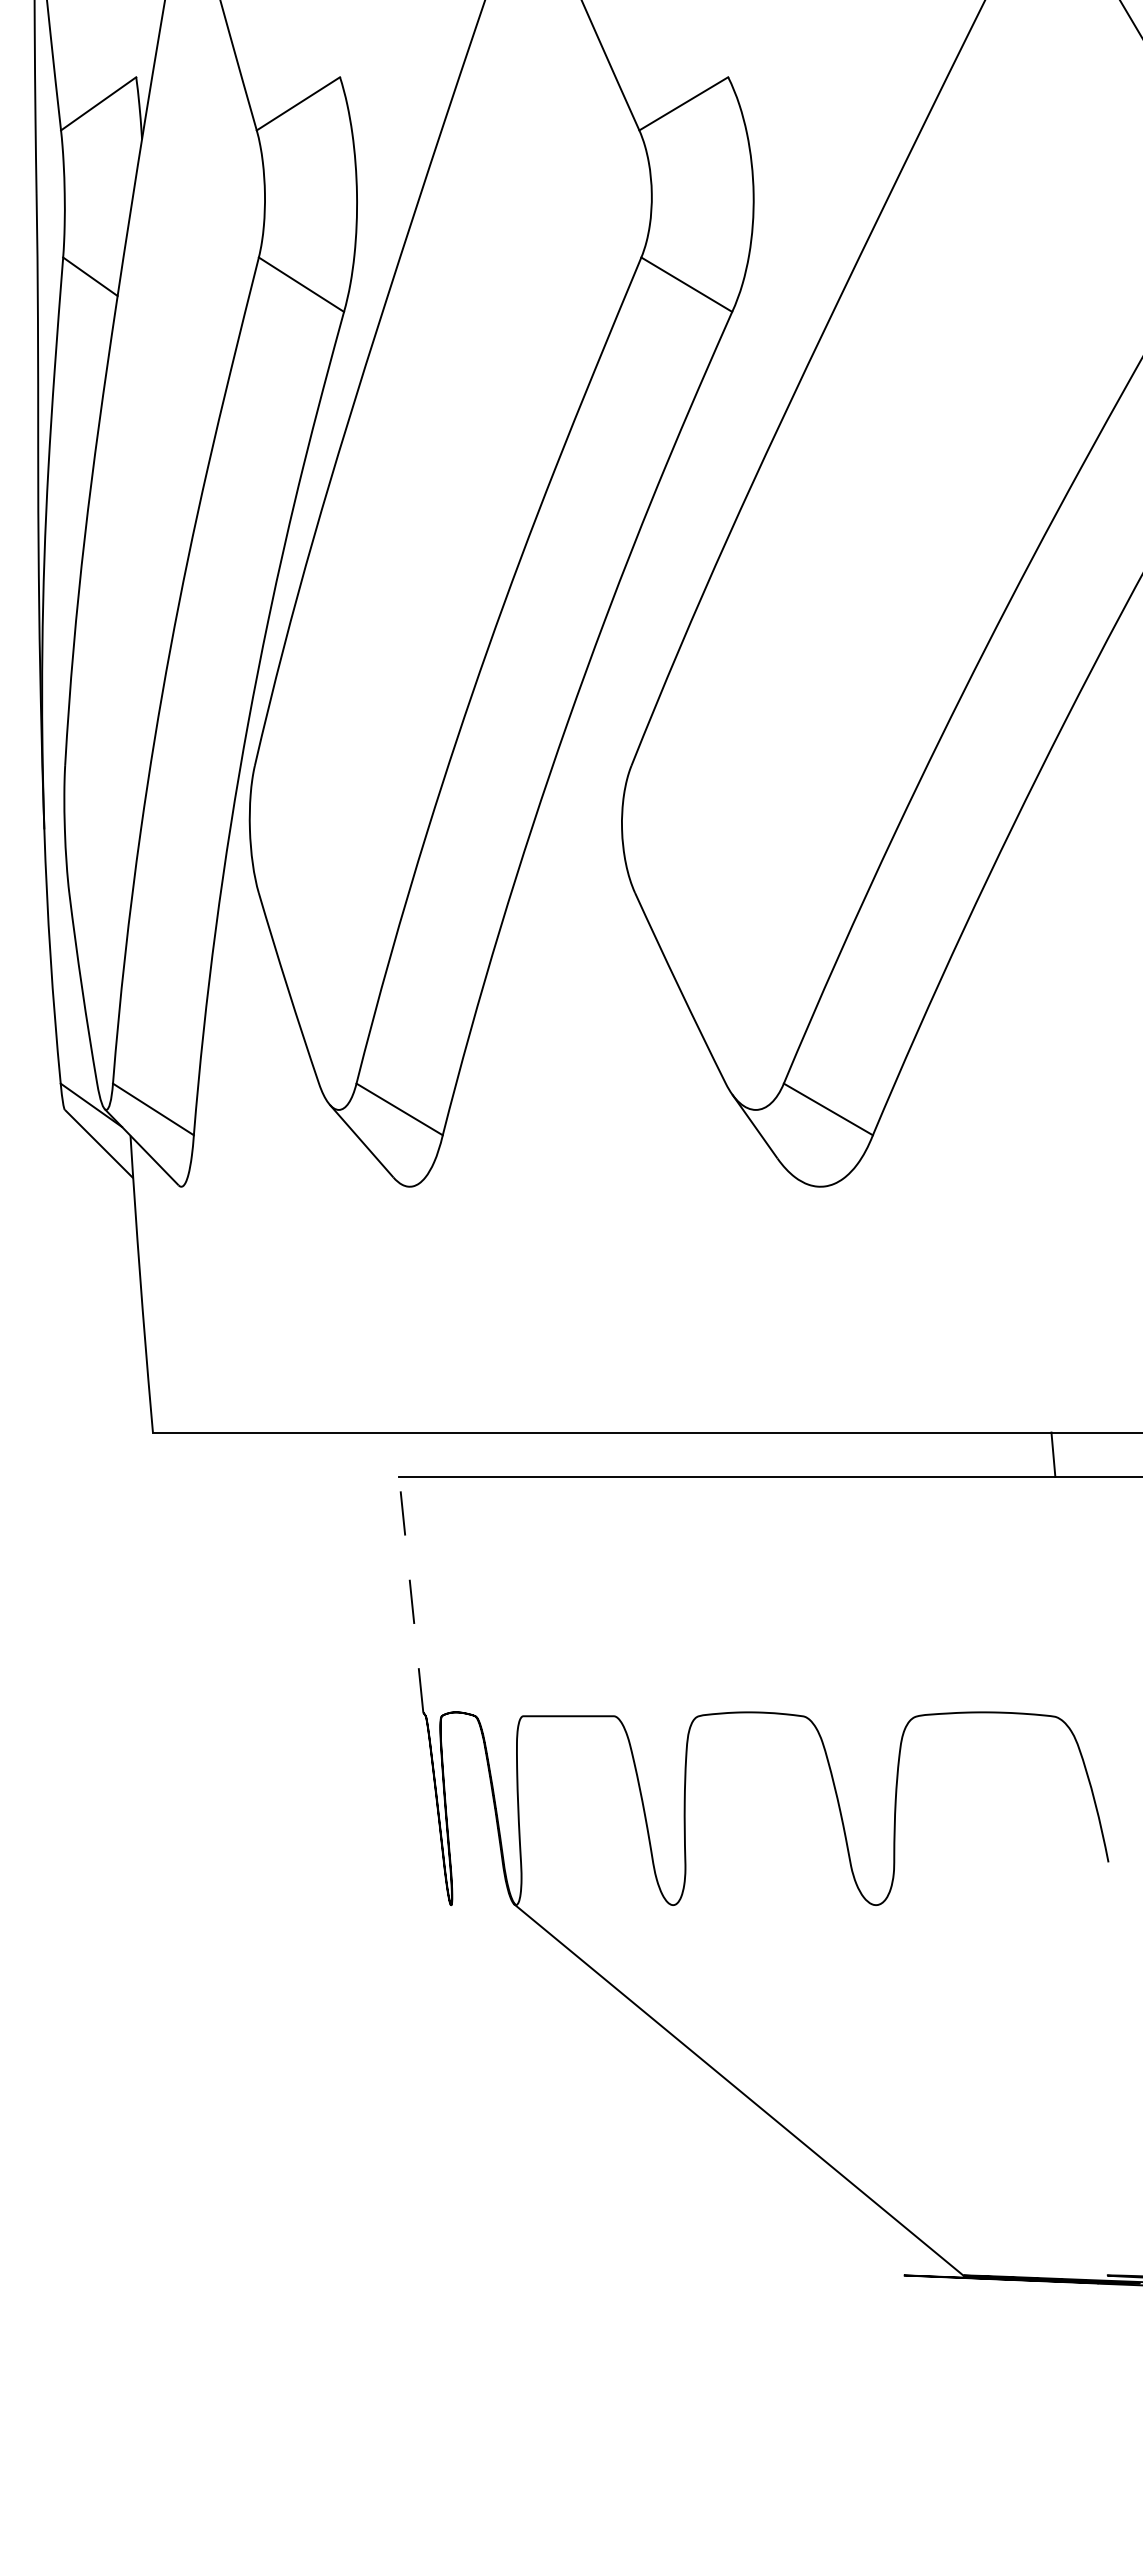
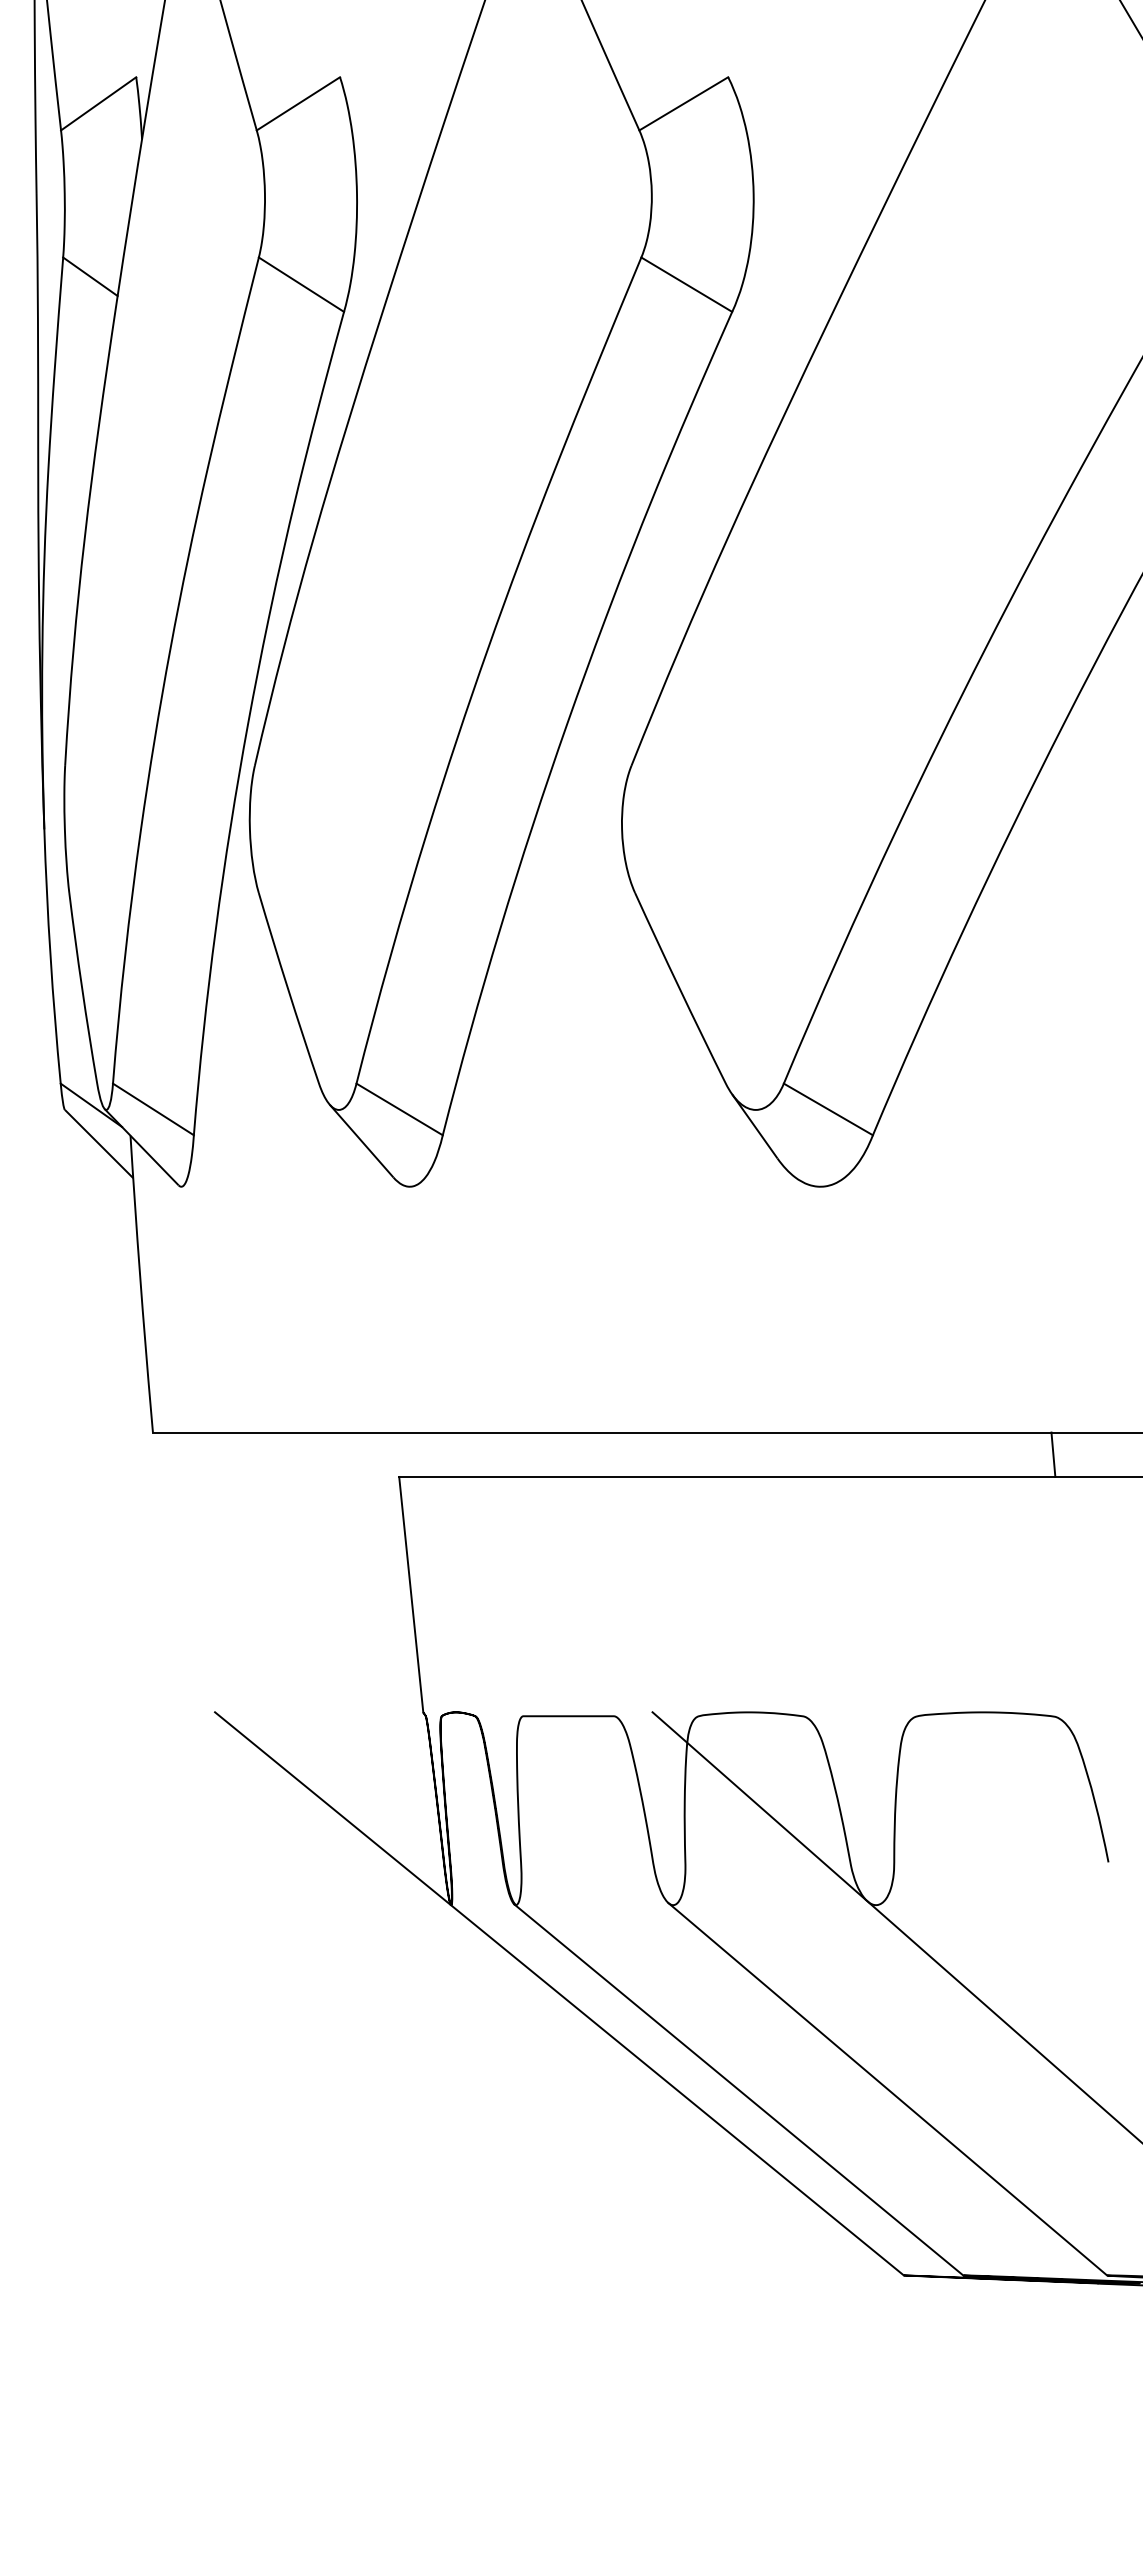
line at (411, 1594): dashed -> solid
line at (895, 1926): none -> present
line at (559, 1993): none -> present
line at (887, 2089): none -> present
